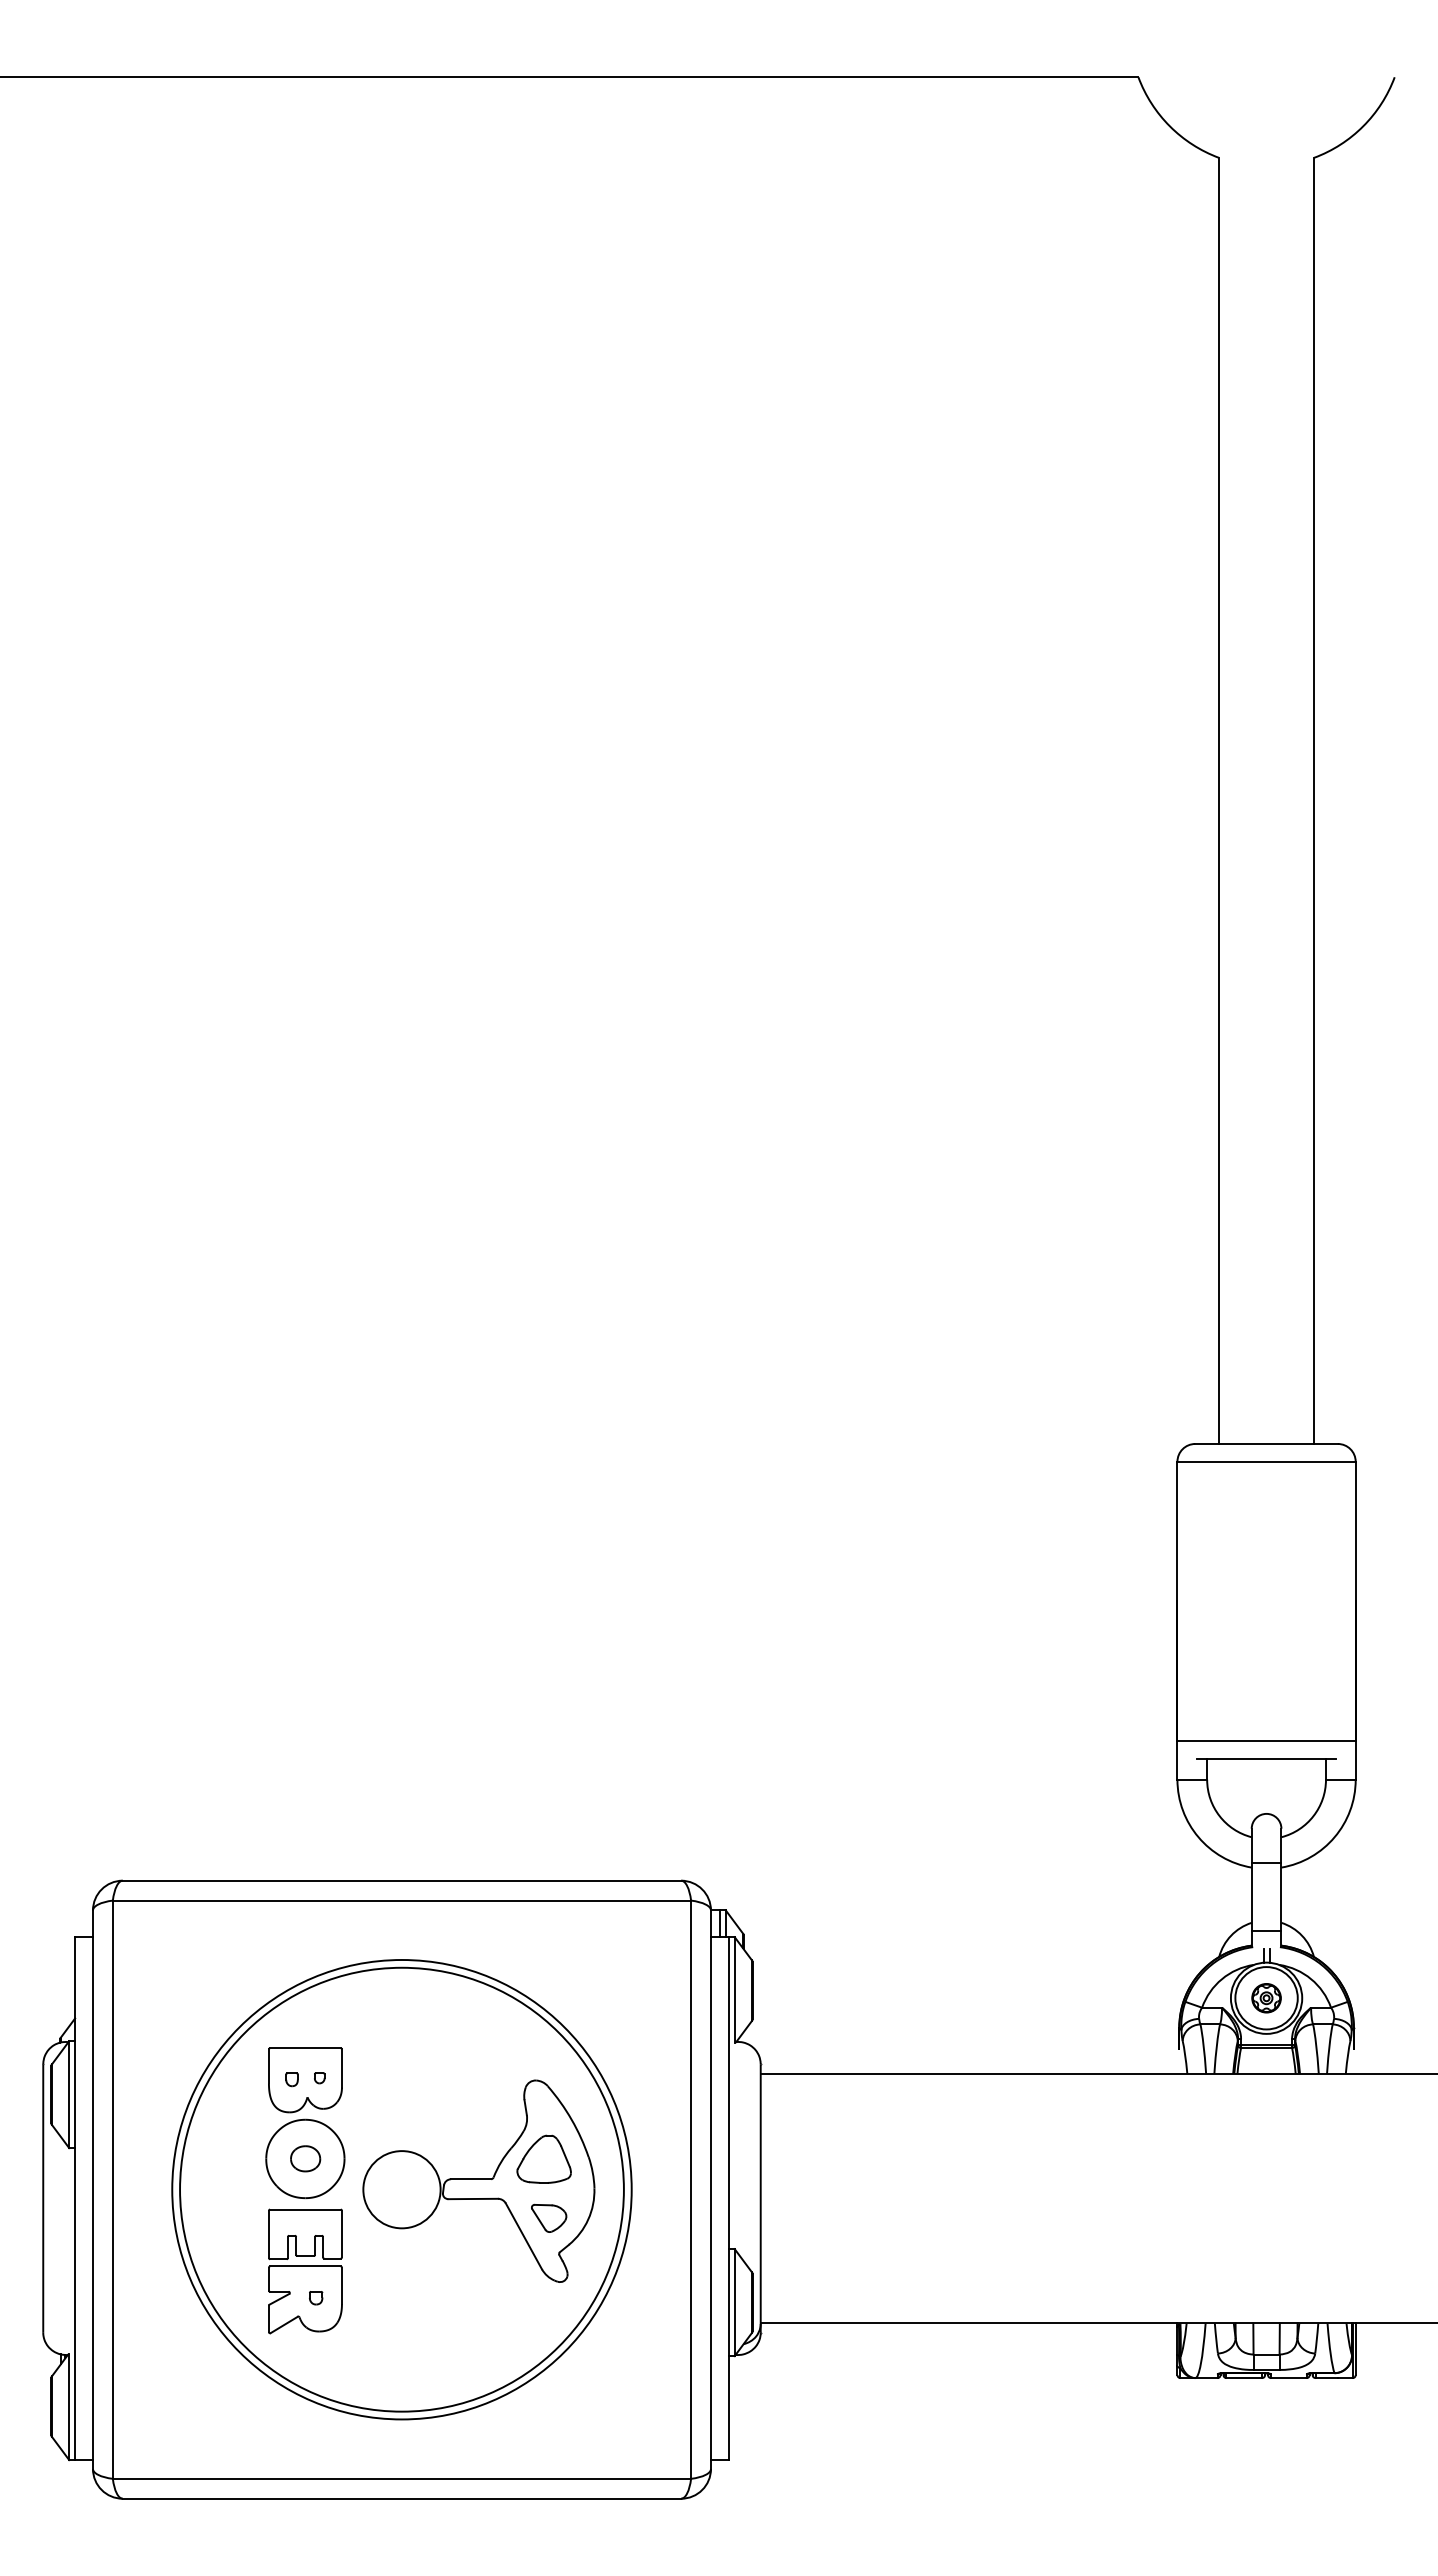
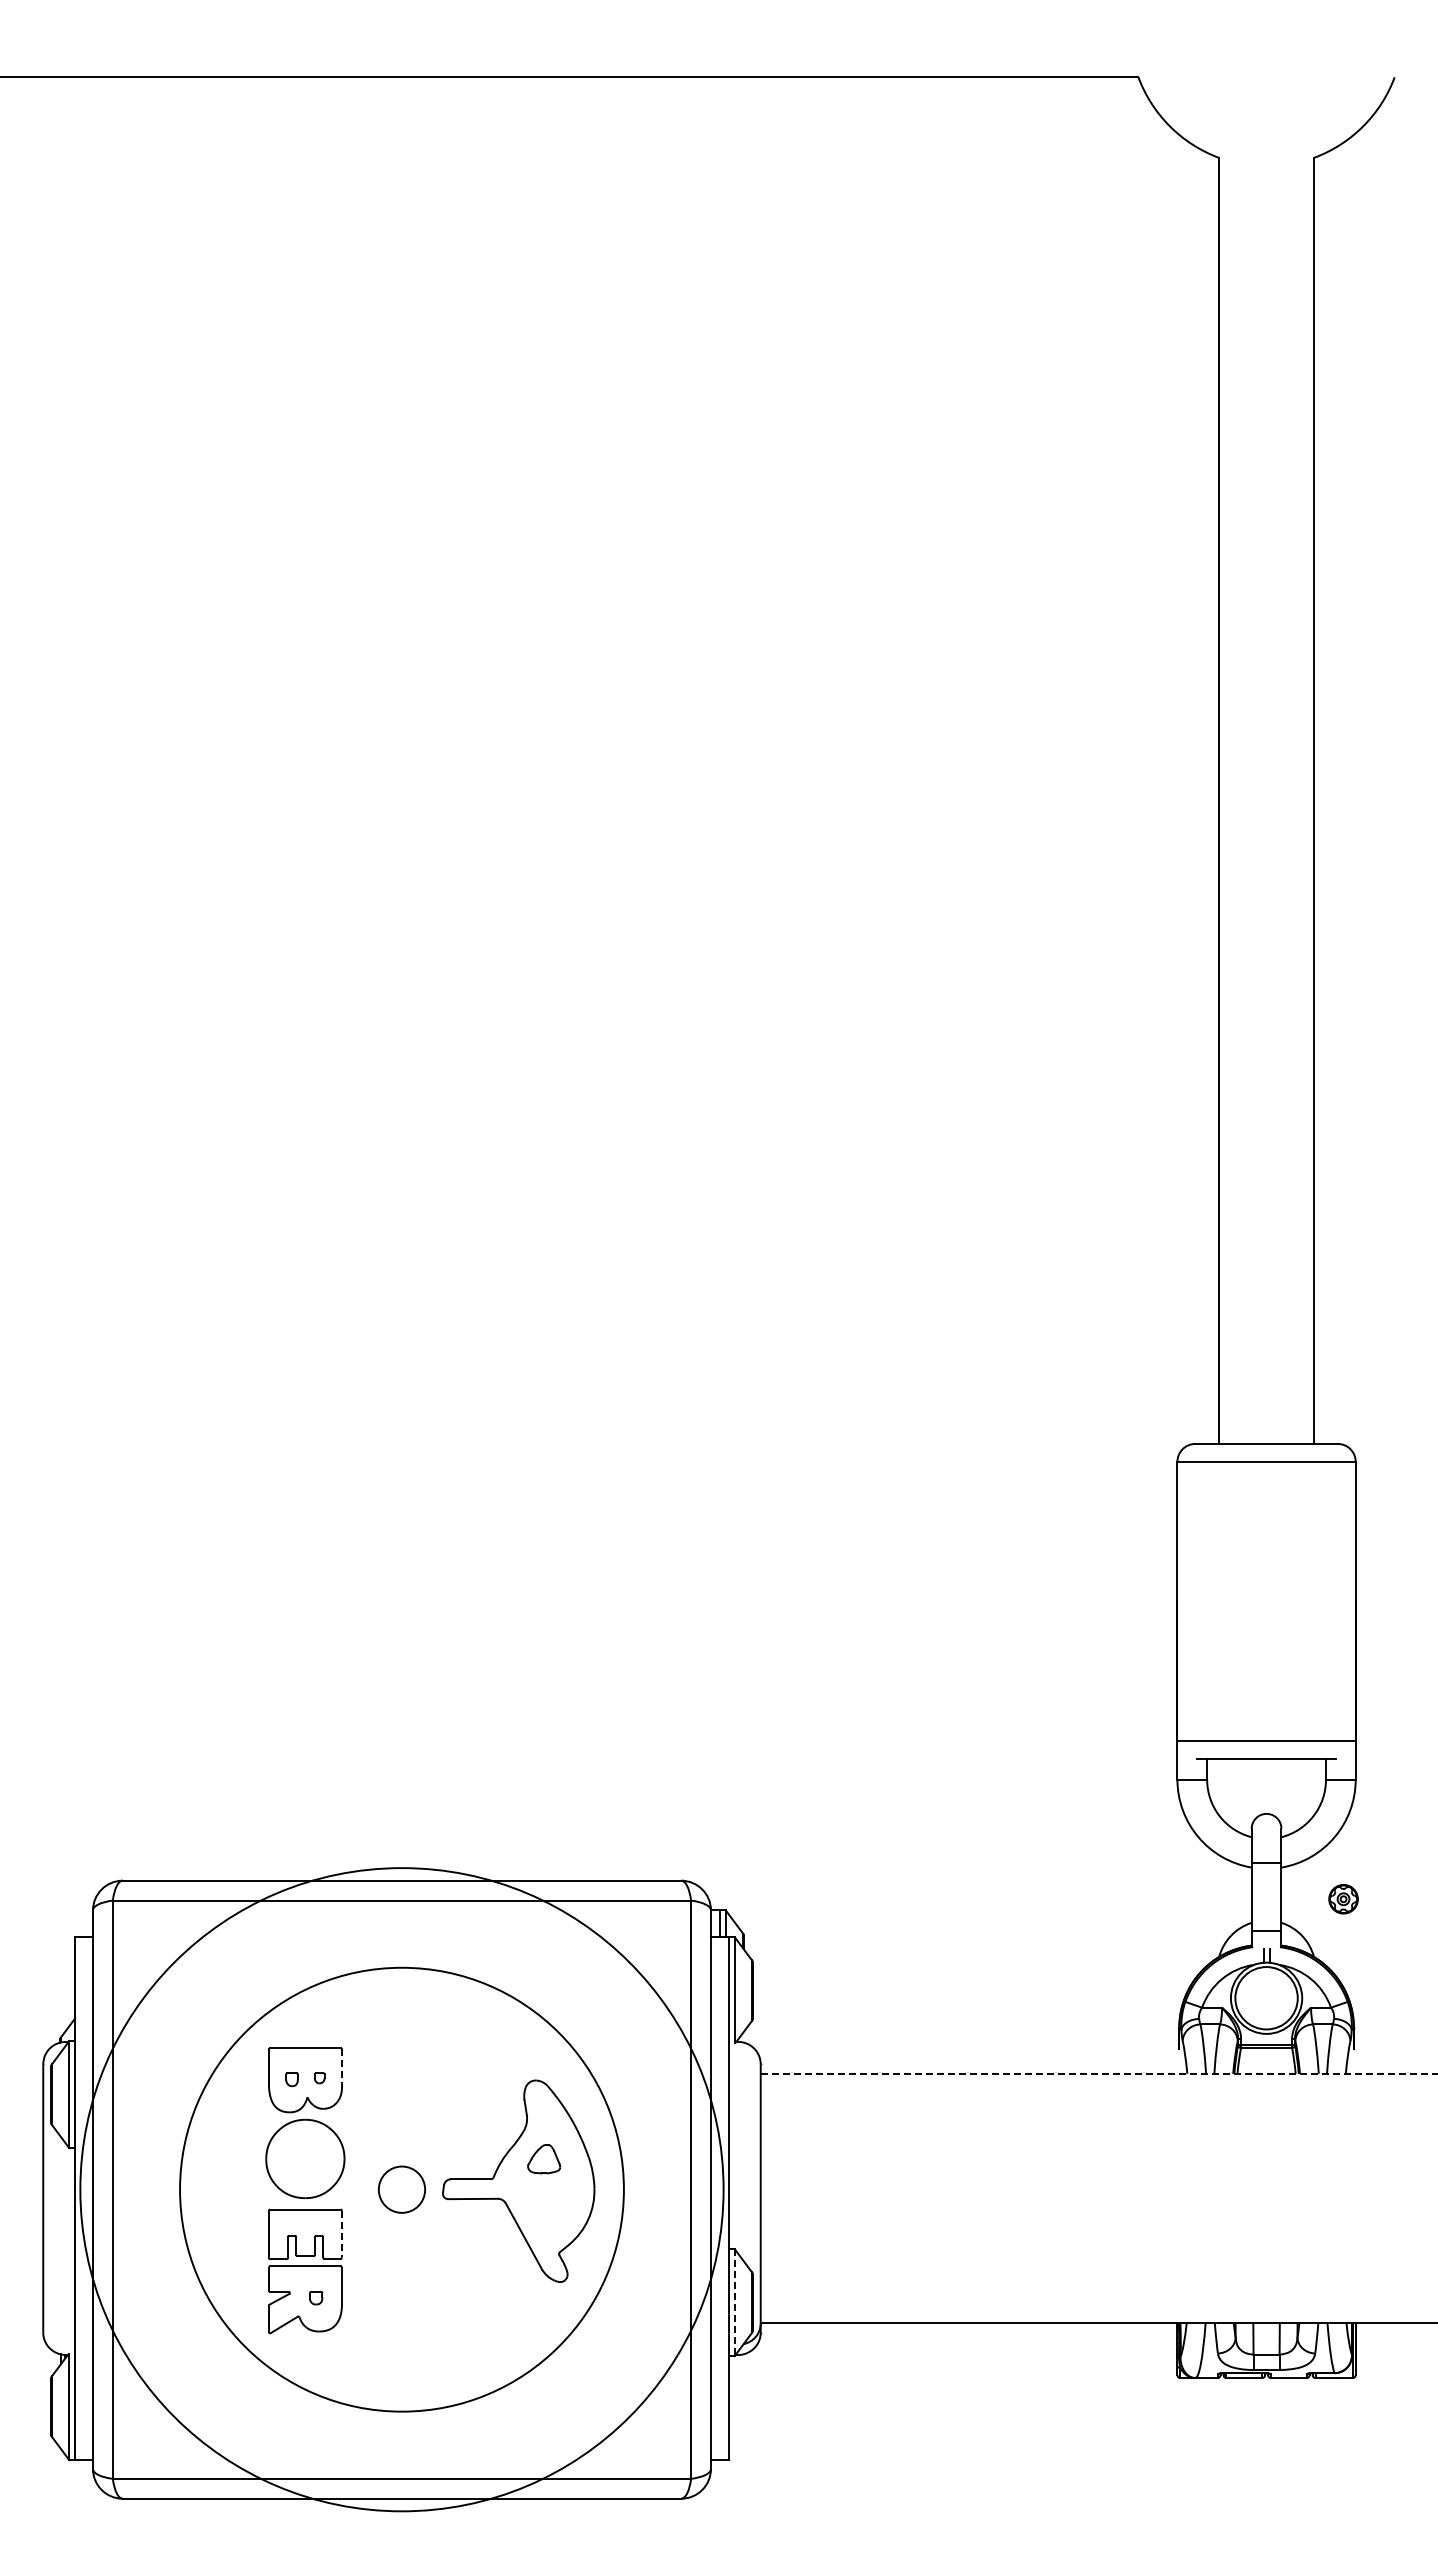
part at (1266, 1998) position: (1266, 1998) -> (1343, 1899)
line at (341, 2068): solid -> dashed
line at (1099, 2073): solid -> dashed
part at (305, 2158): present -> none
part at (543, 2158) size: 56x50 px -> 35x31 px
circle at (401, 2189) diameter: 459 px -> 643 px
circle at (401, 2189) diameter: 77 px -> 46 px
part at (549, 2217): present -> none
line at (341, 2234): solid -> dashed
line at (734, 2303): solid -> dashed
